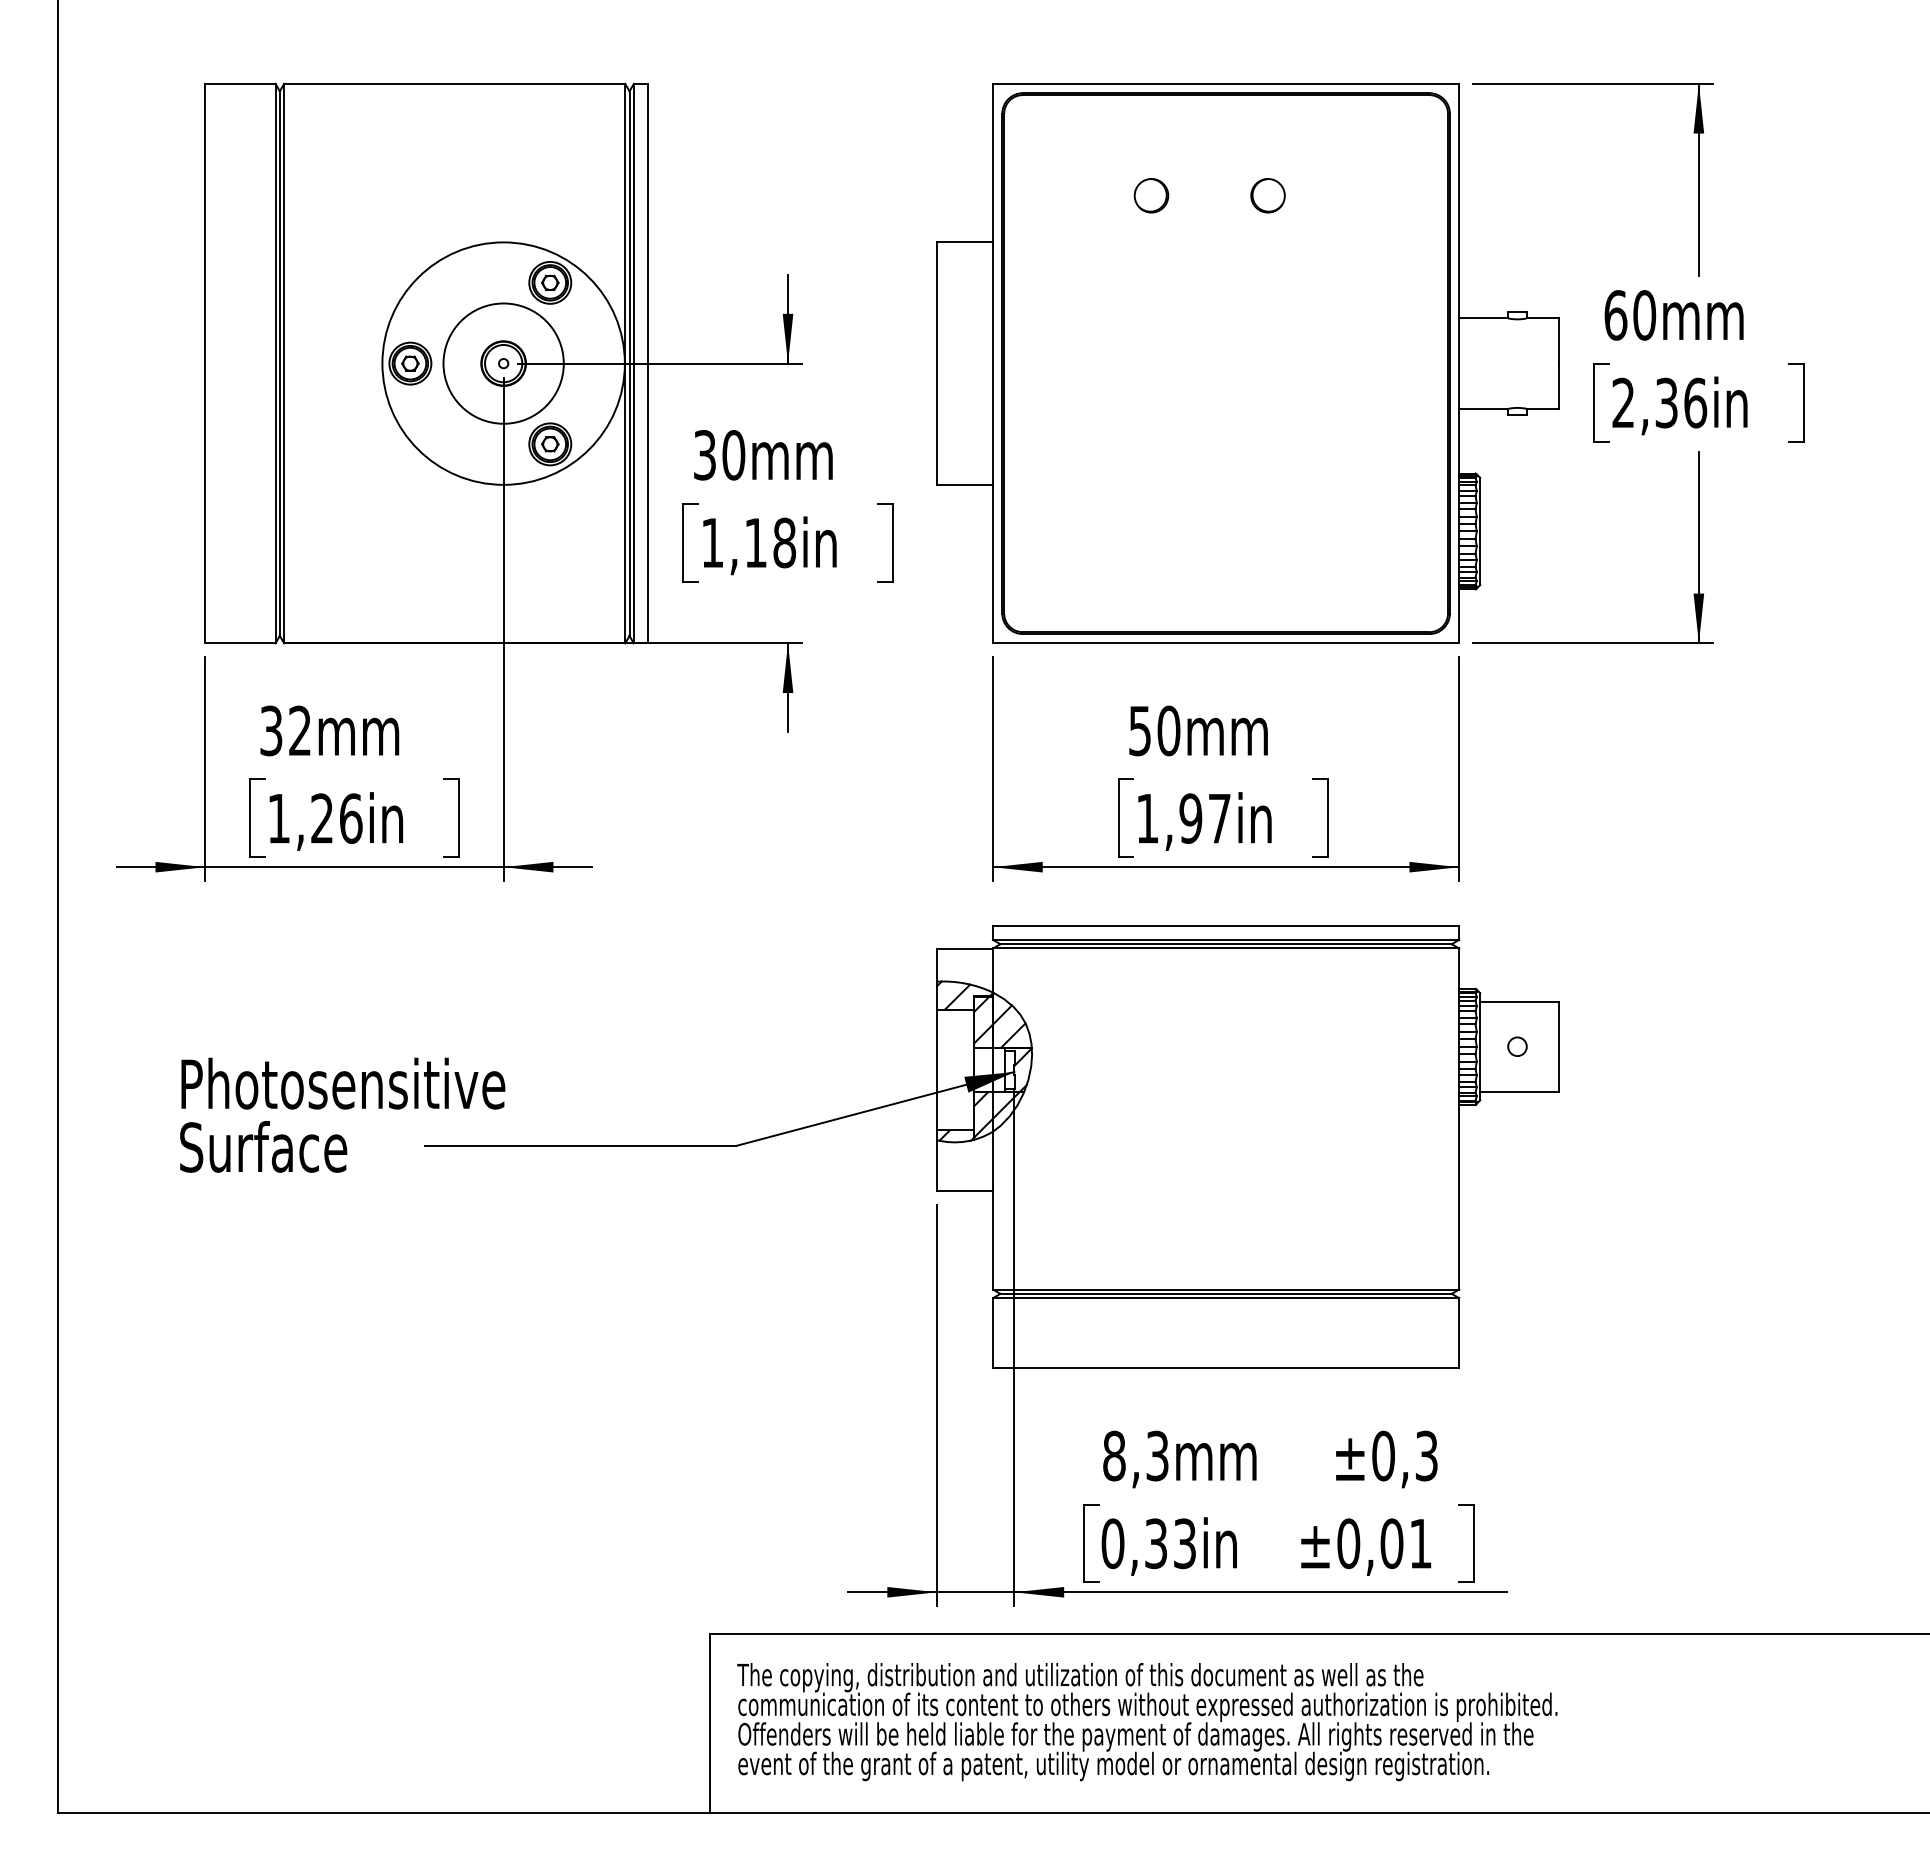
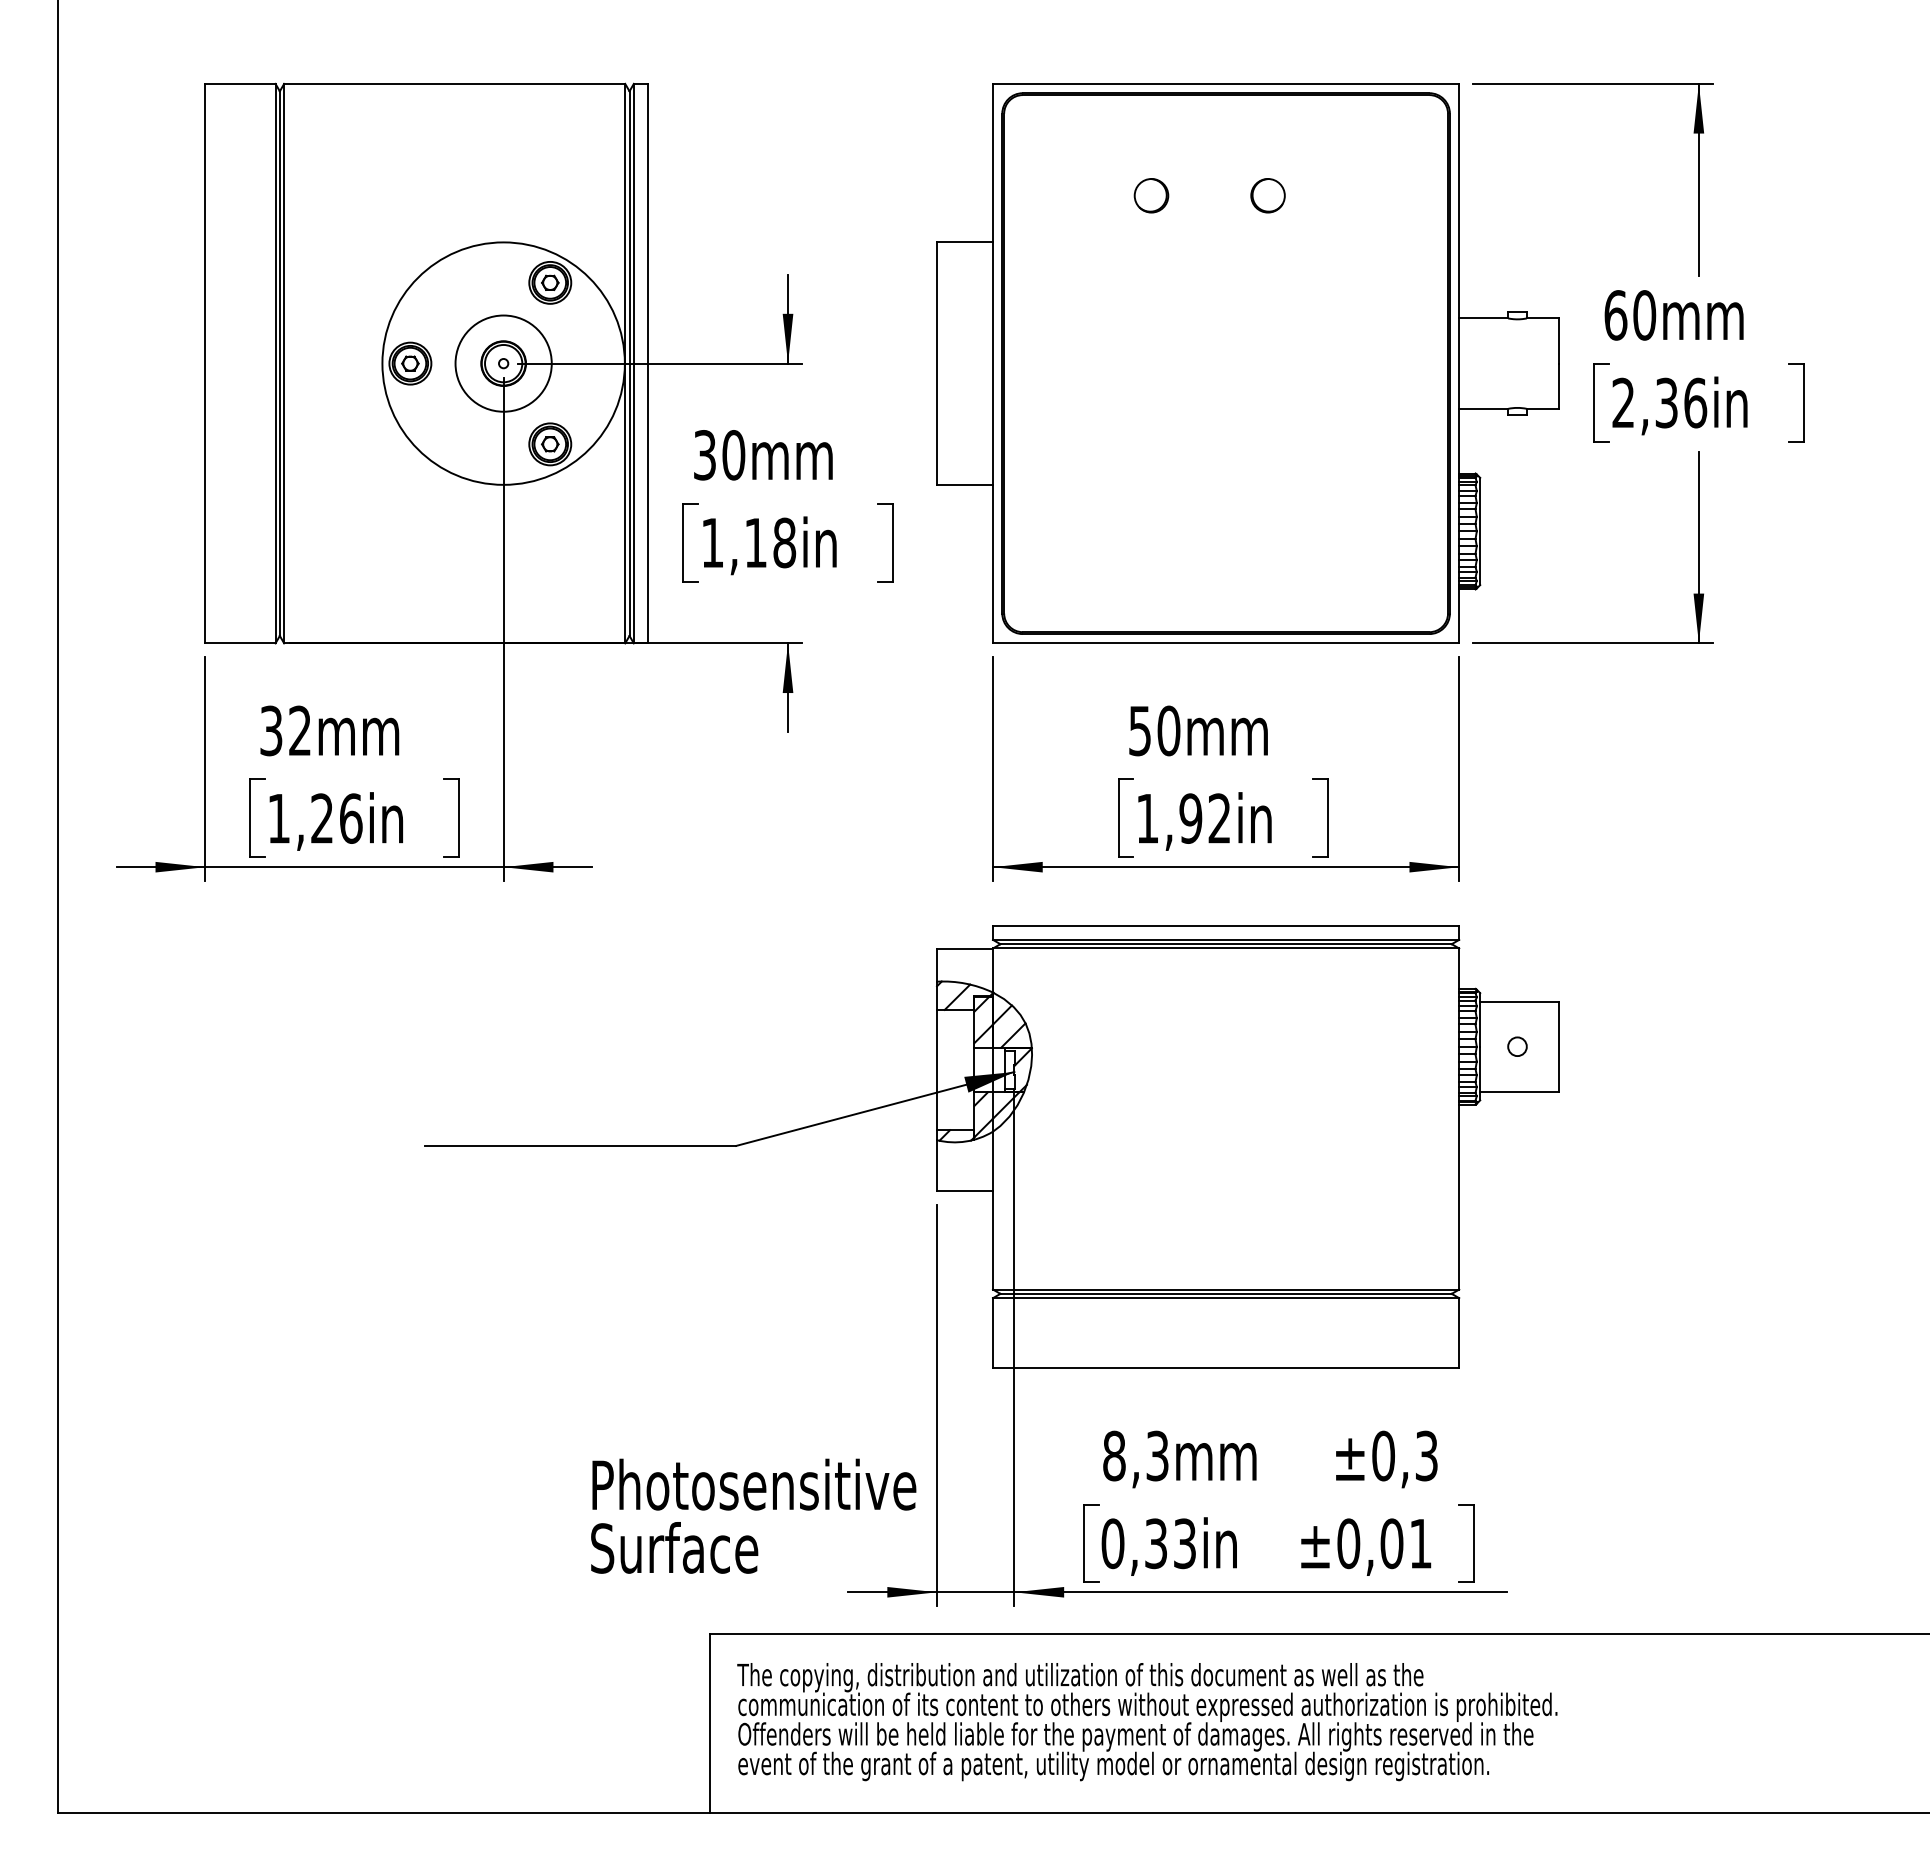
circle at (503, 363) diameter: 120 px -> 96 px
text at (1219, 818): 1,97in -> 1,92in
text at (342, 1114) position: (342, 1114) -> (753, 1515)
